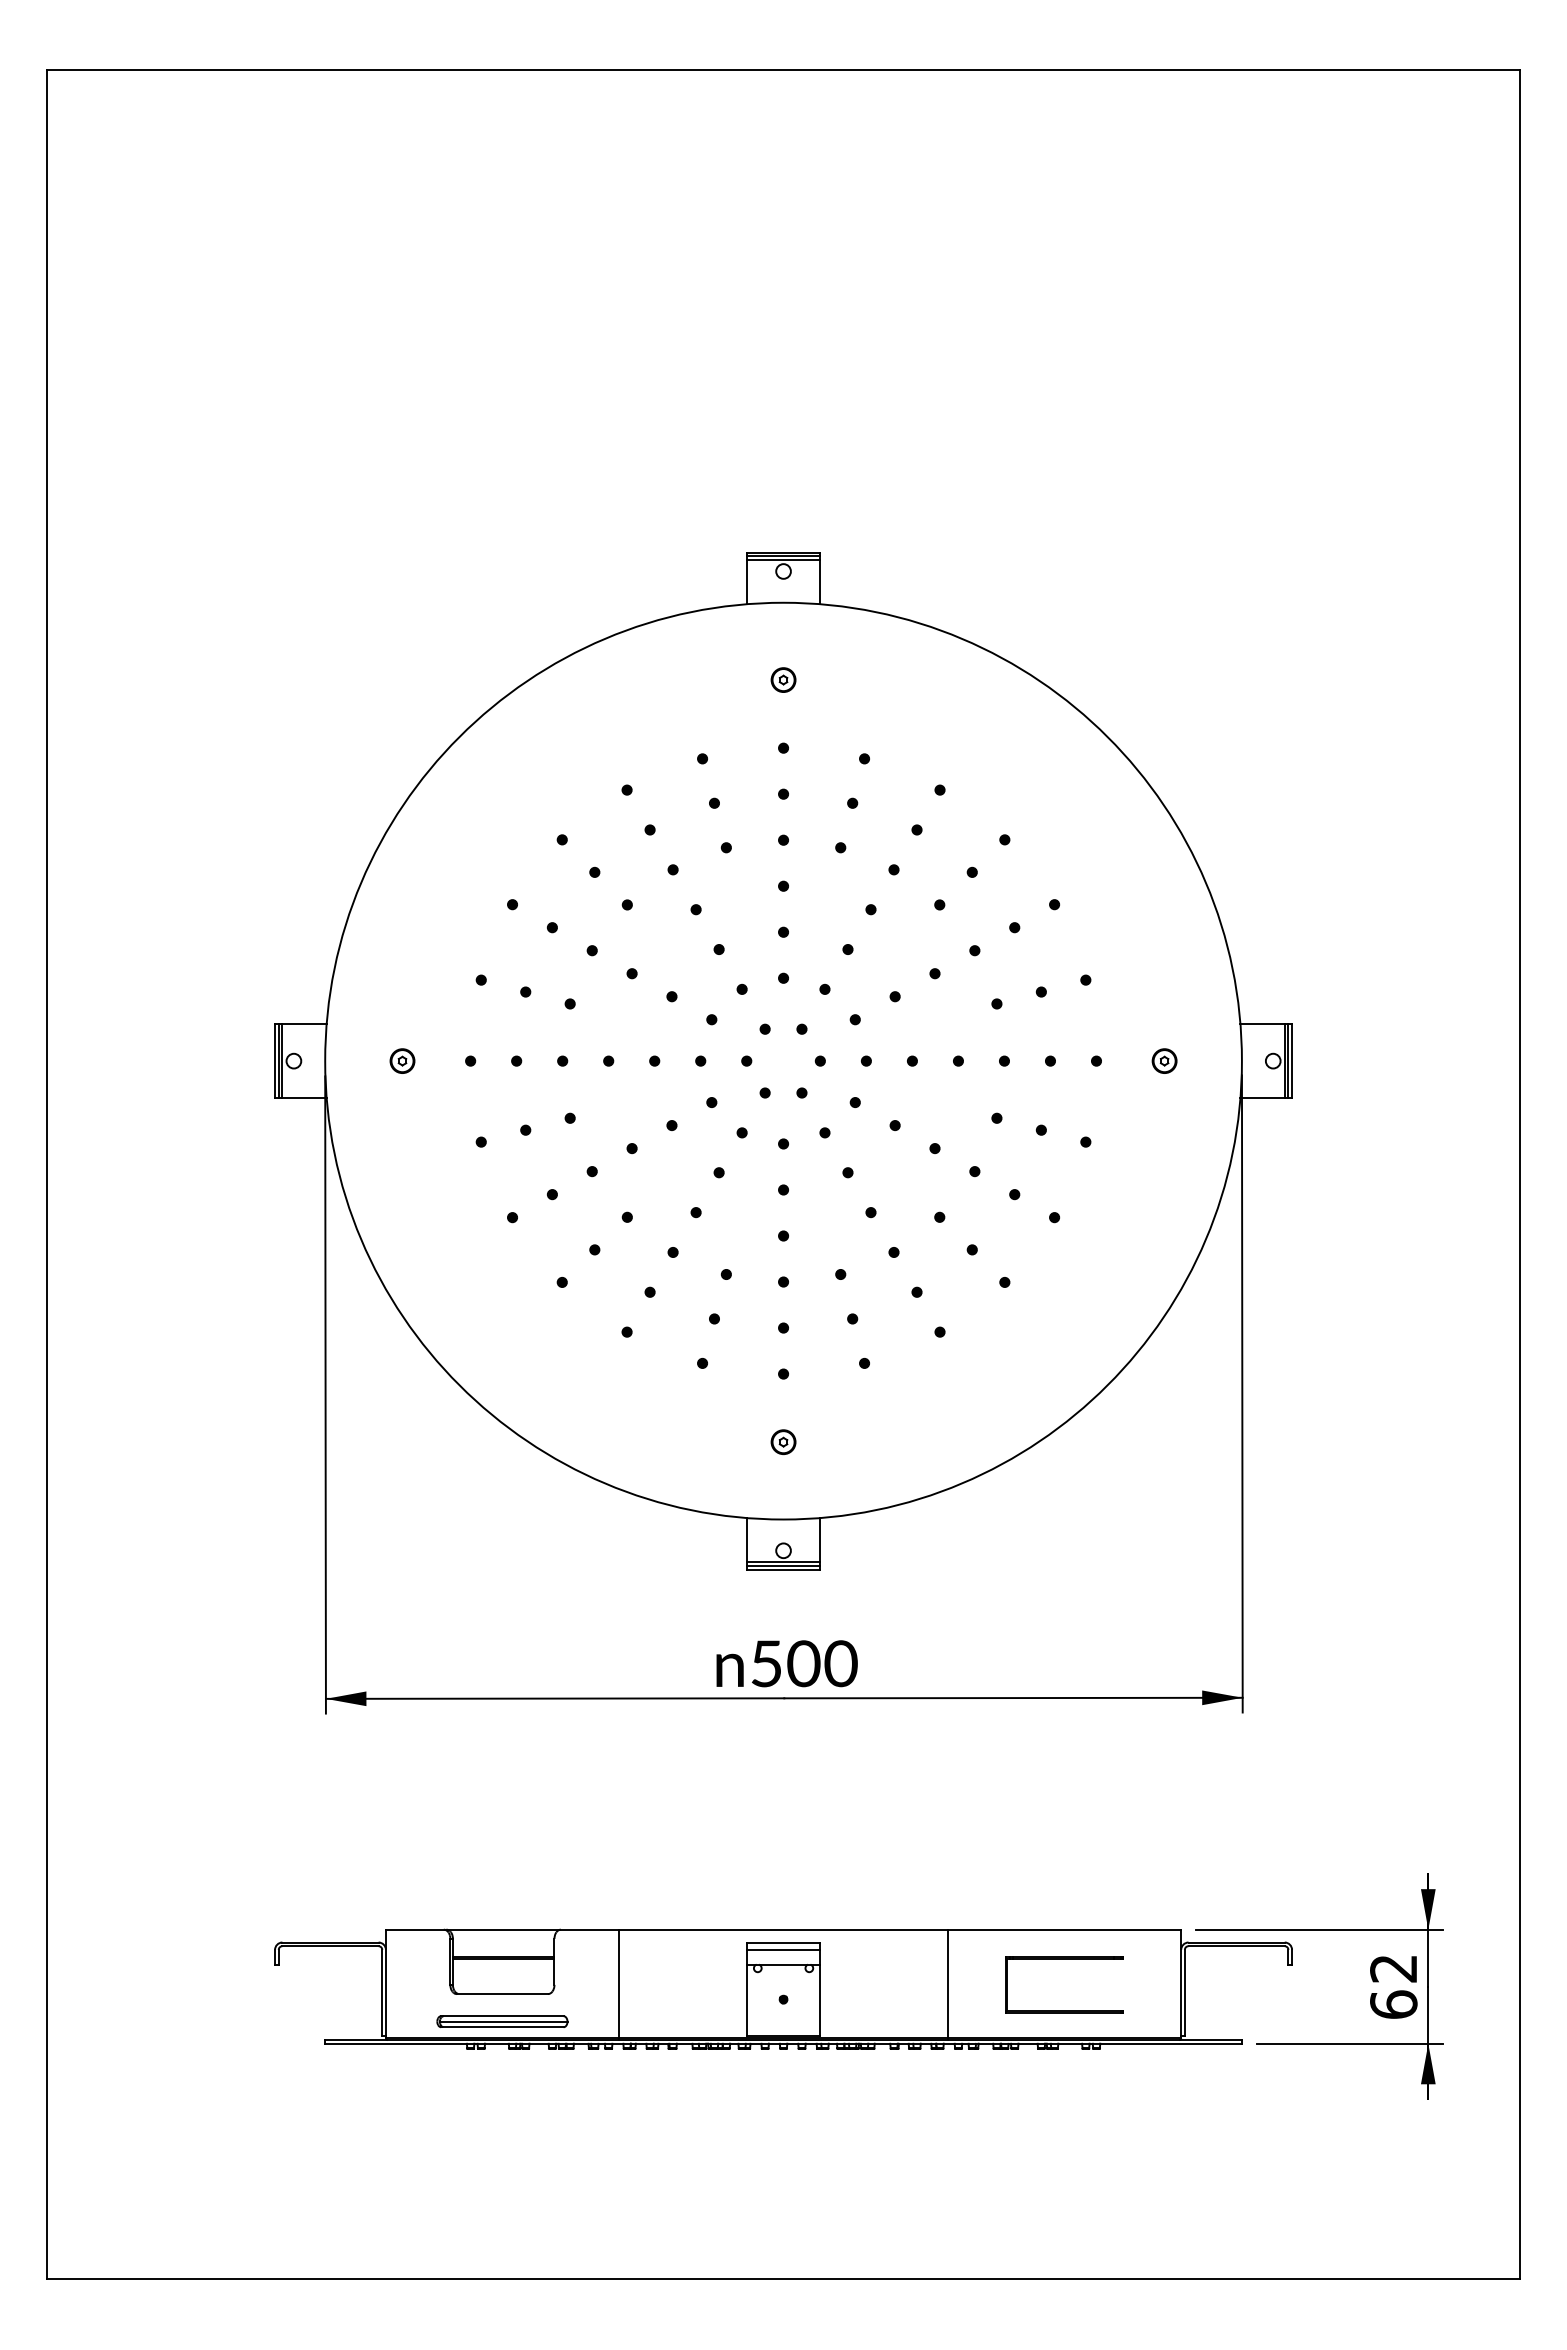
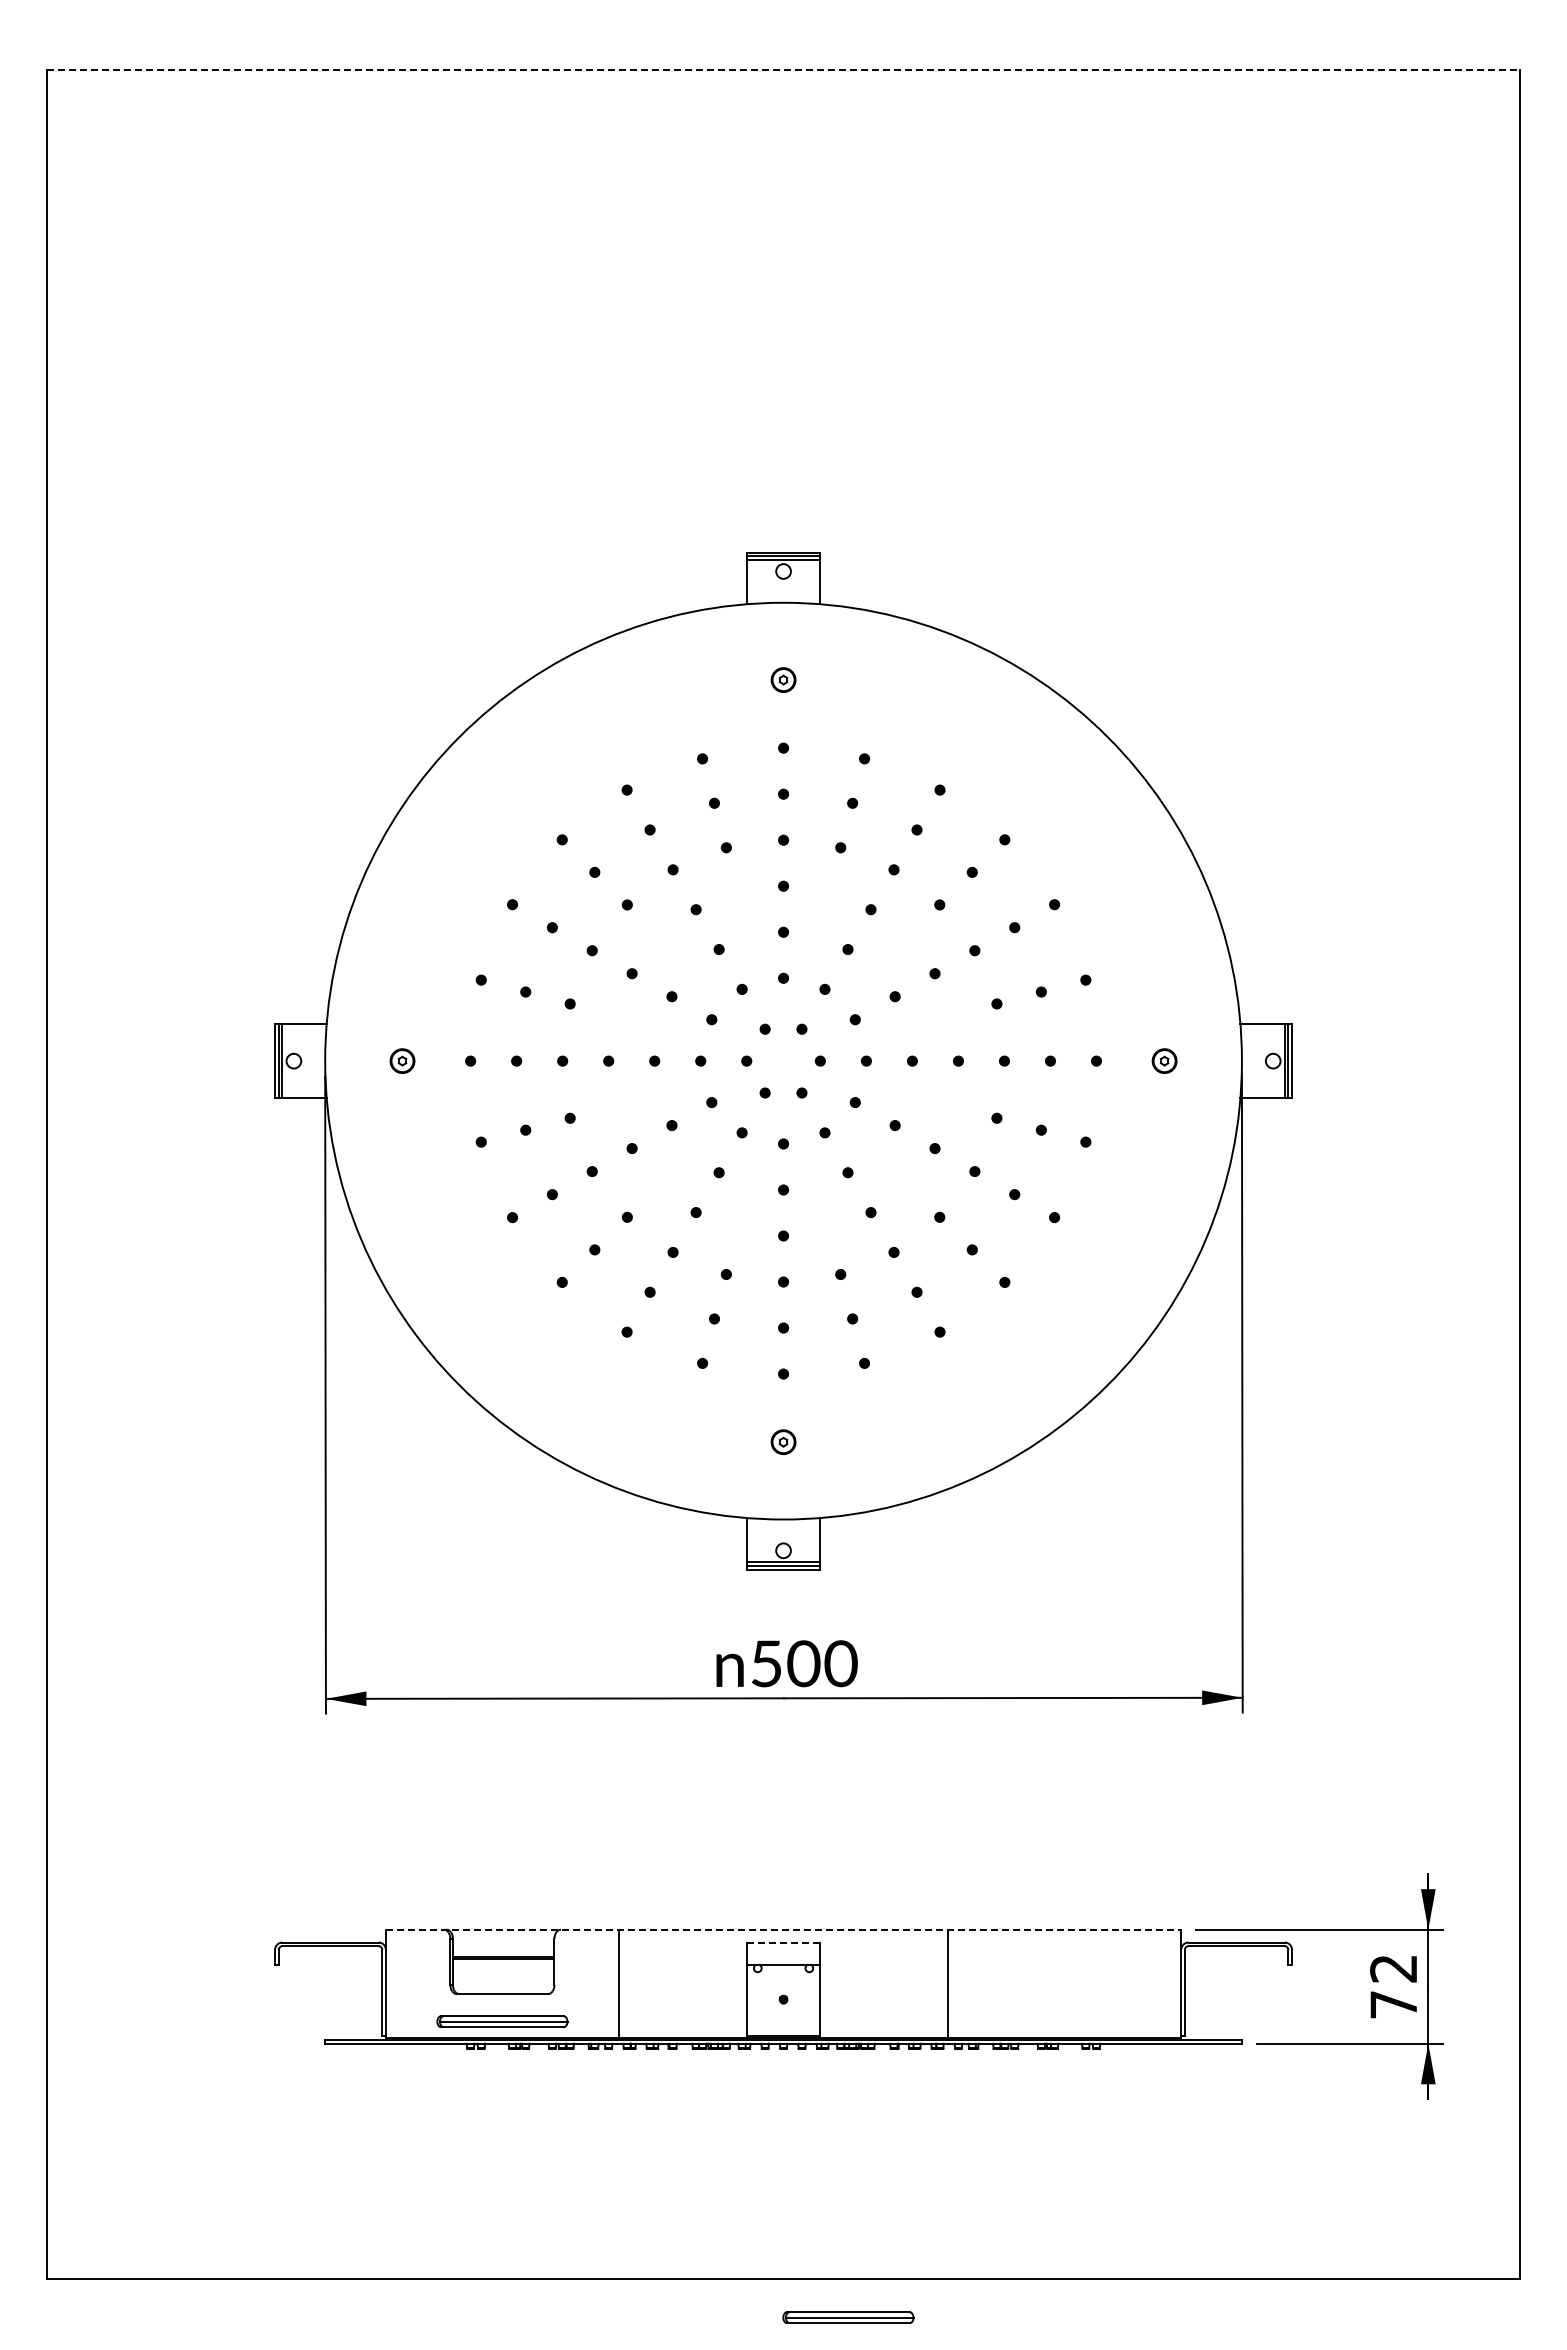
line at (783, 70): solid -> dashed
line at (783, 1929): solid -> dashed
line at (783, 1942): solid -> dashed
line at (783, 1949): present -> none
part at (1064, 1959): present -> none
text at (1393, 2004): 62 -> 72
part at (848, 2317): none -> present
